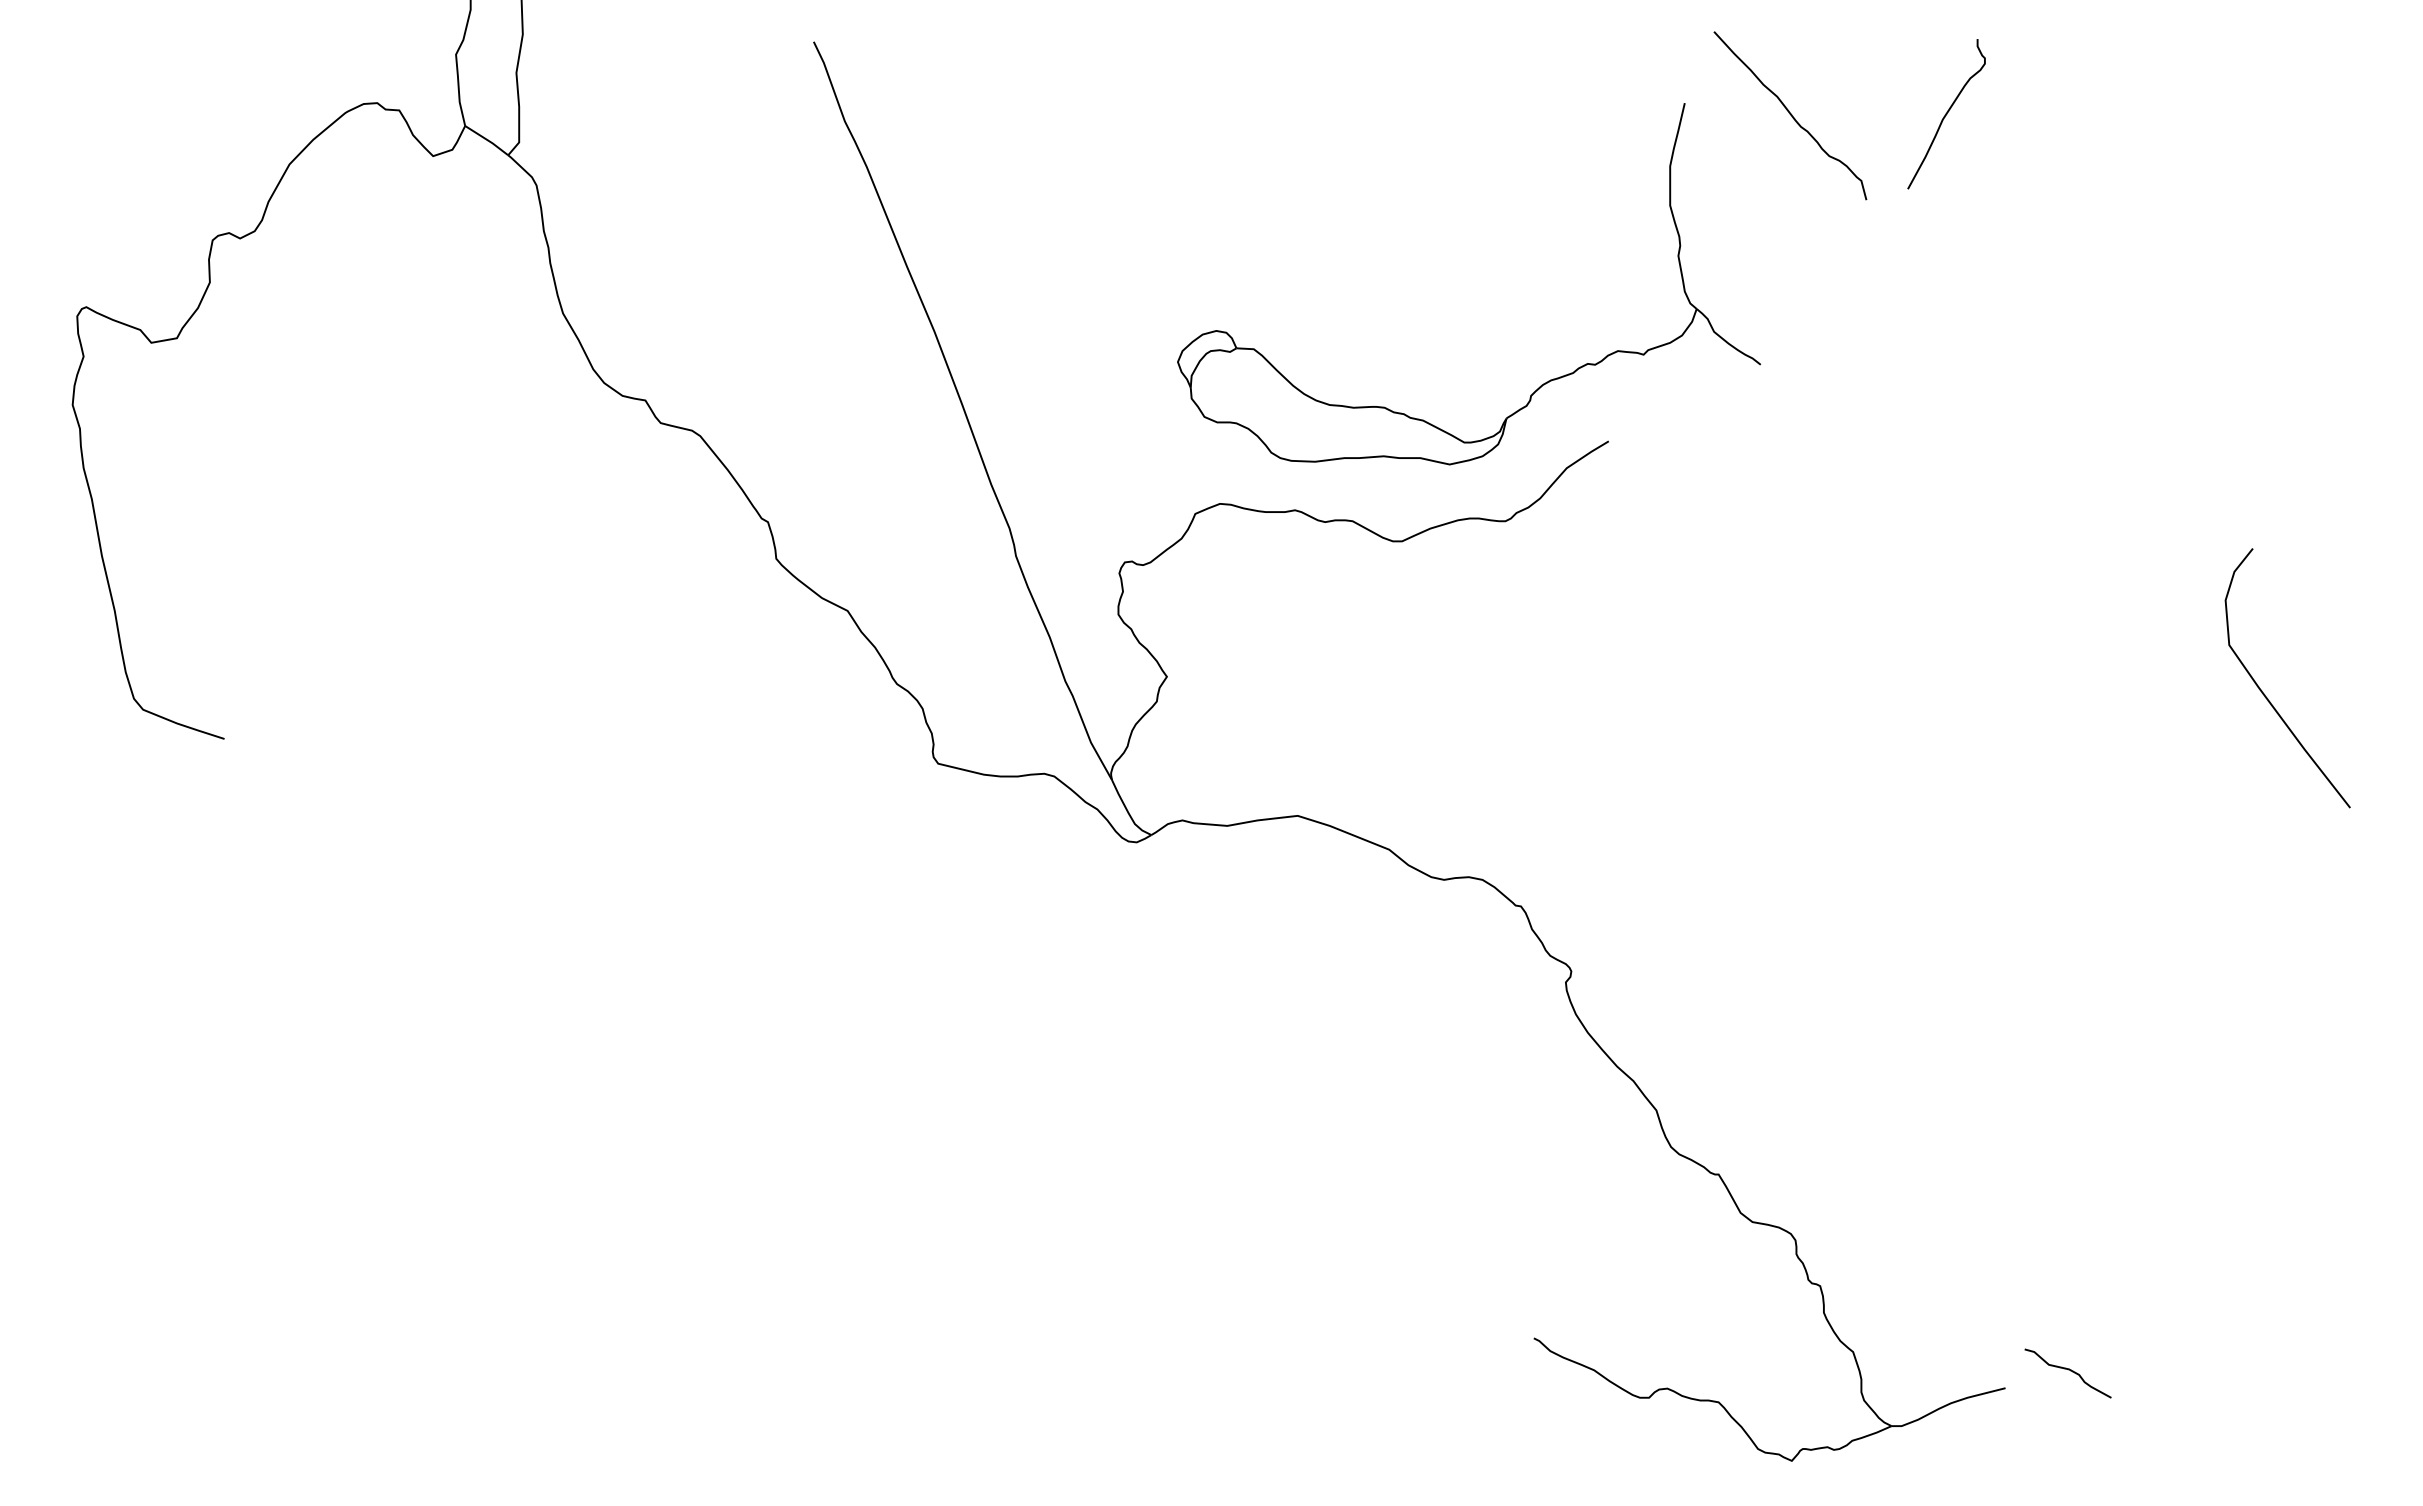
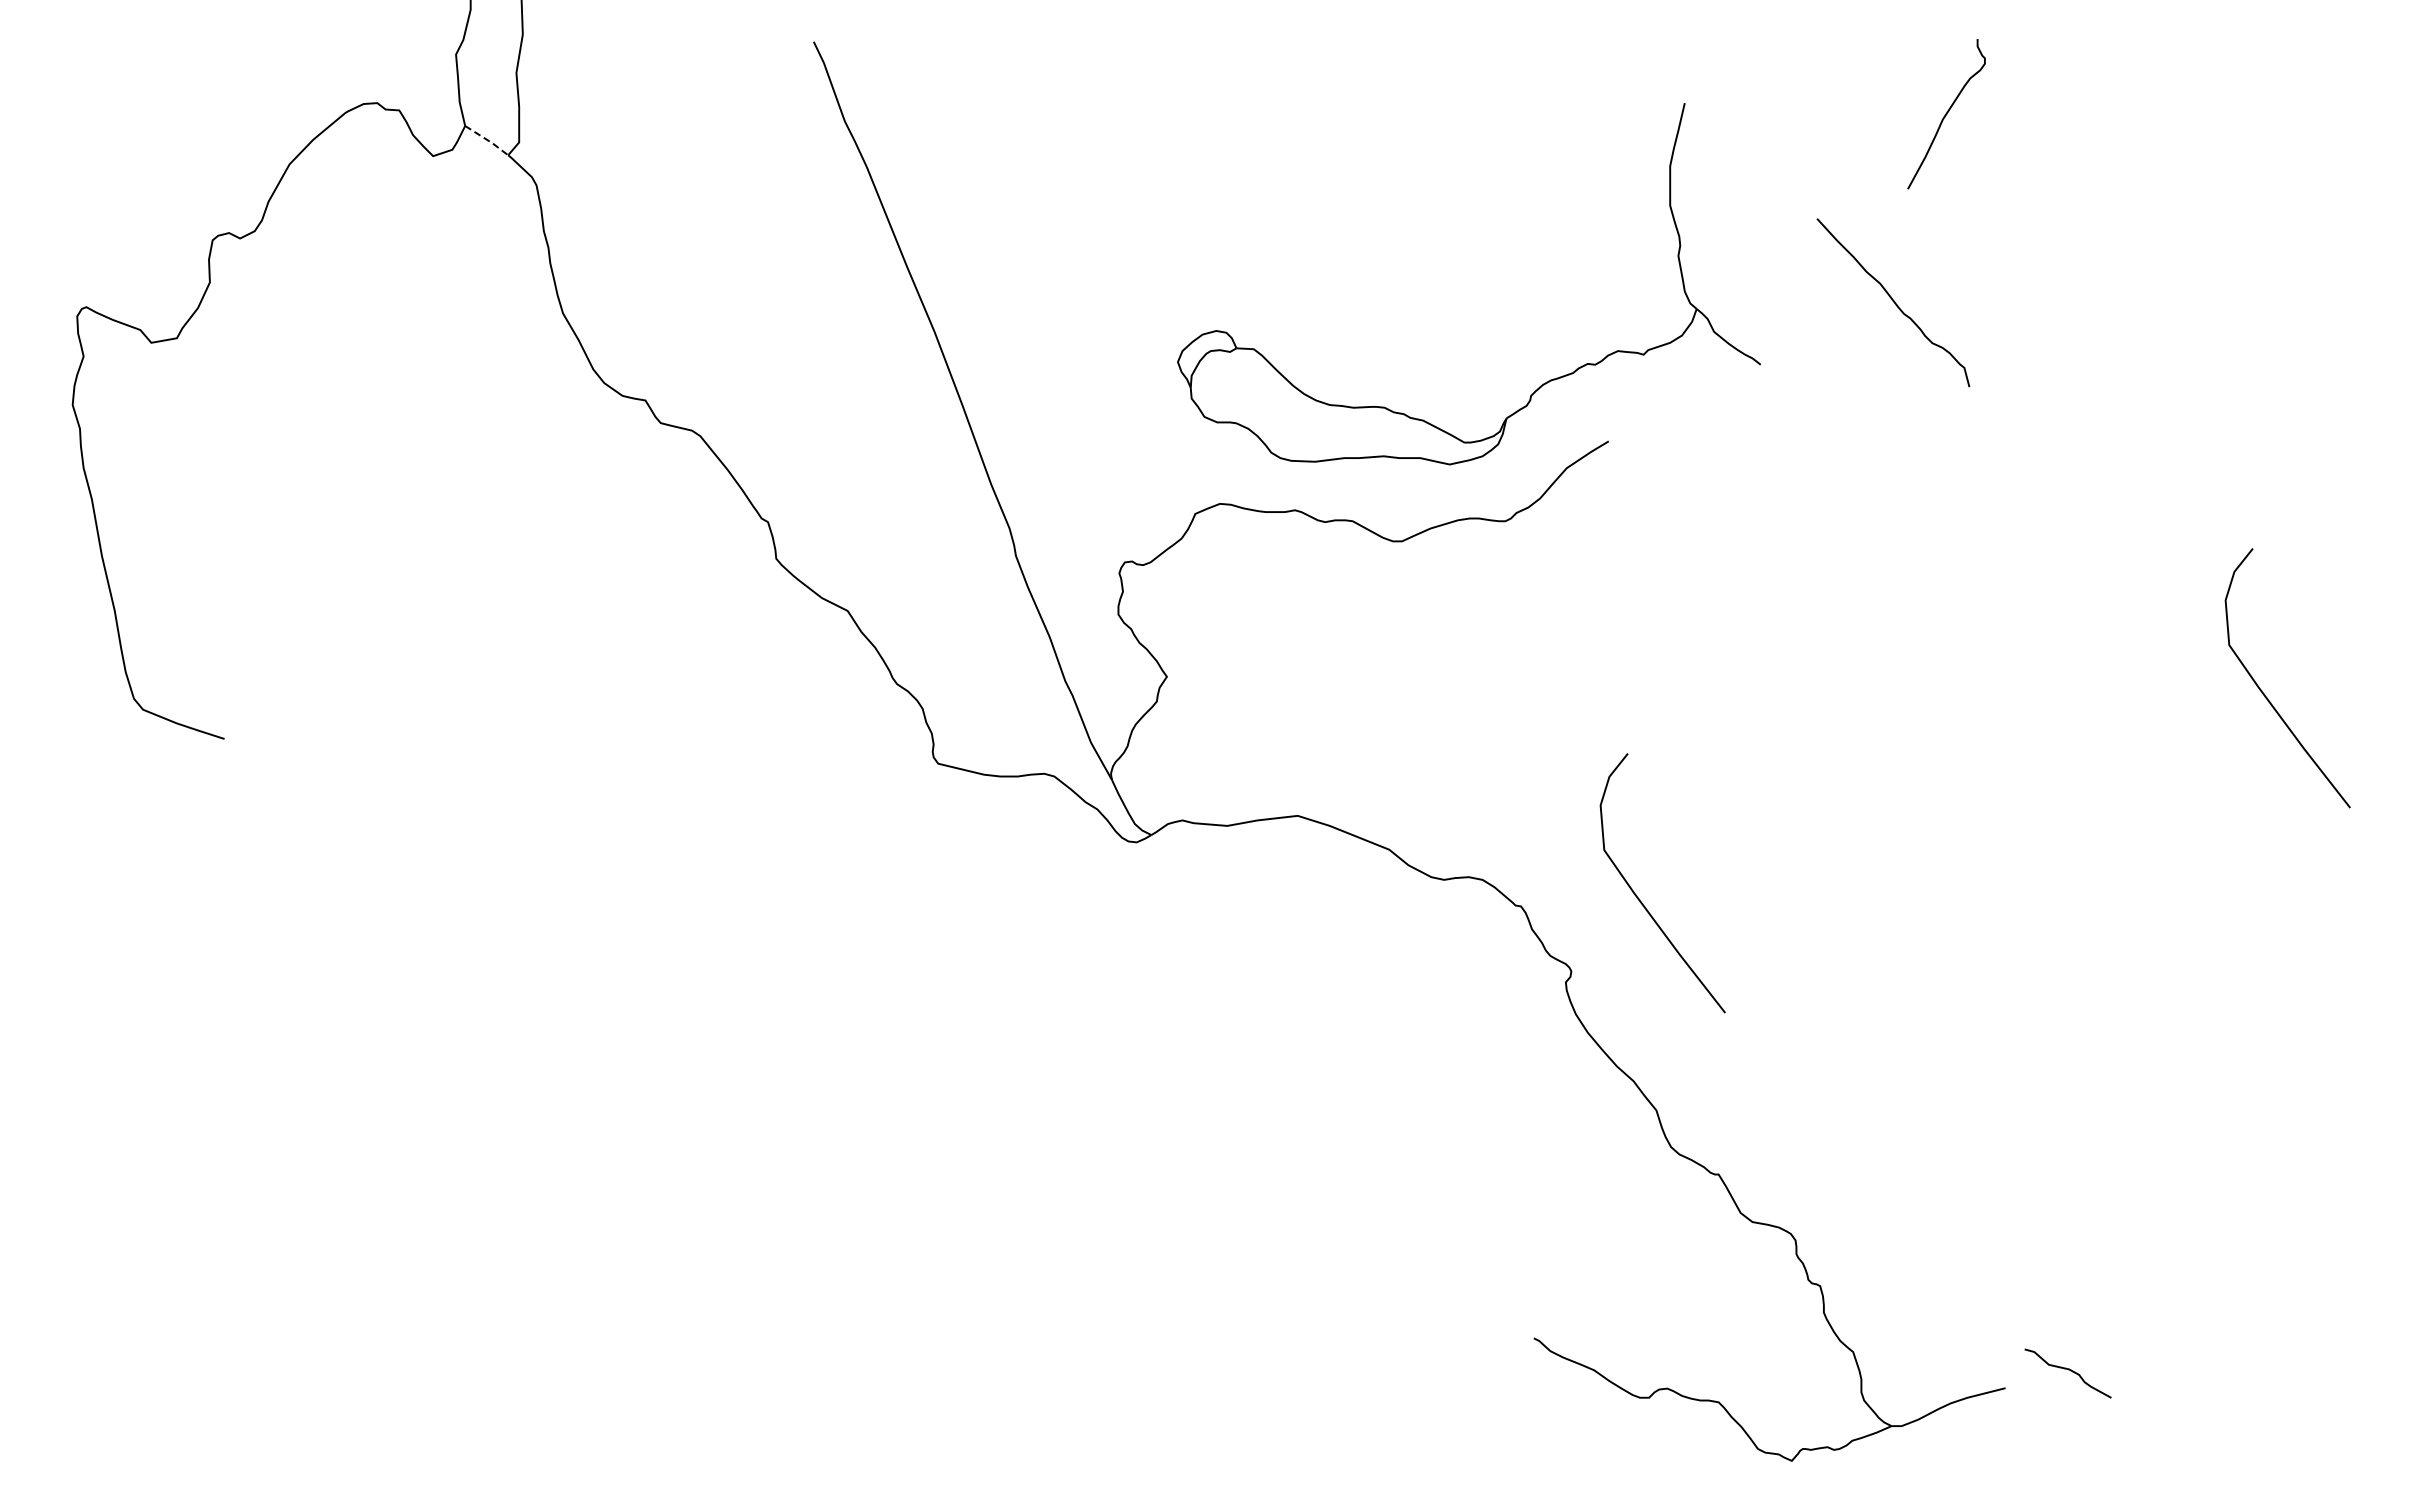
curve at (1790, 115) position: (1790, 115) -> (1893, 302)
line at (487, 140): solid -> dashed
curve at (1640, 899): none -> present
